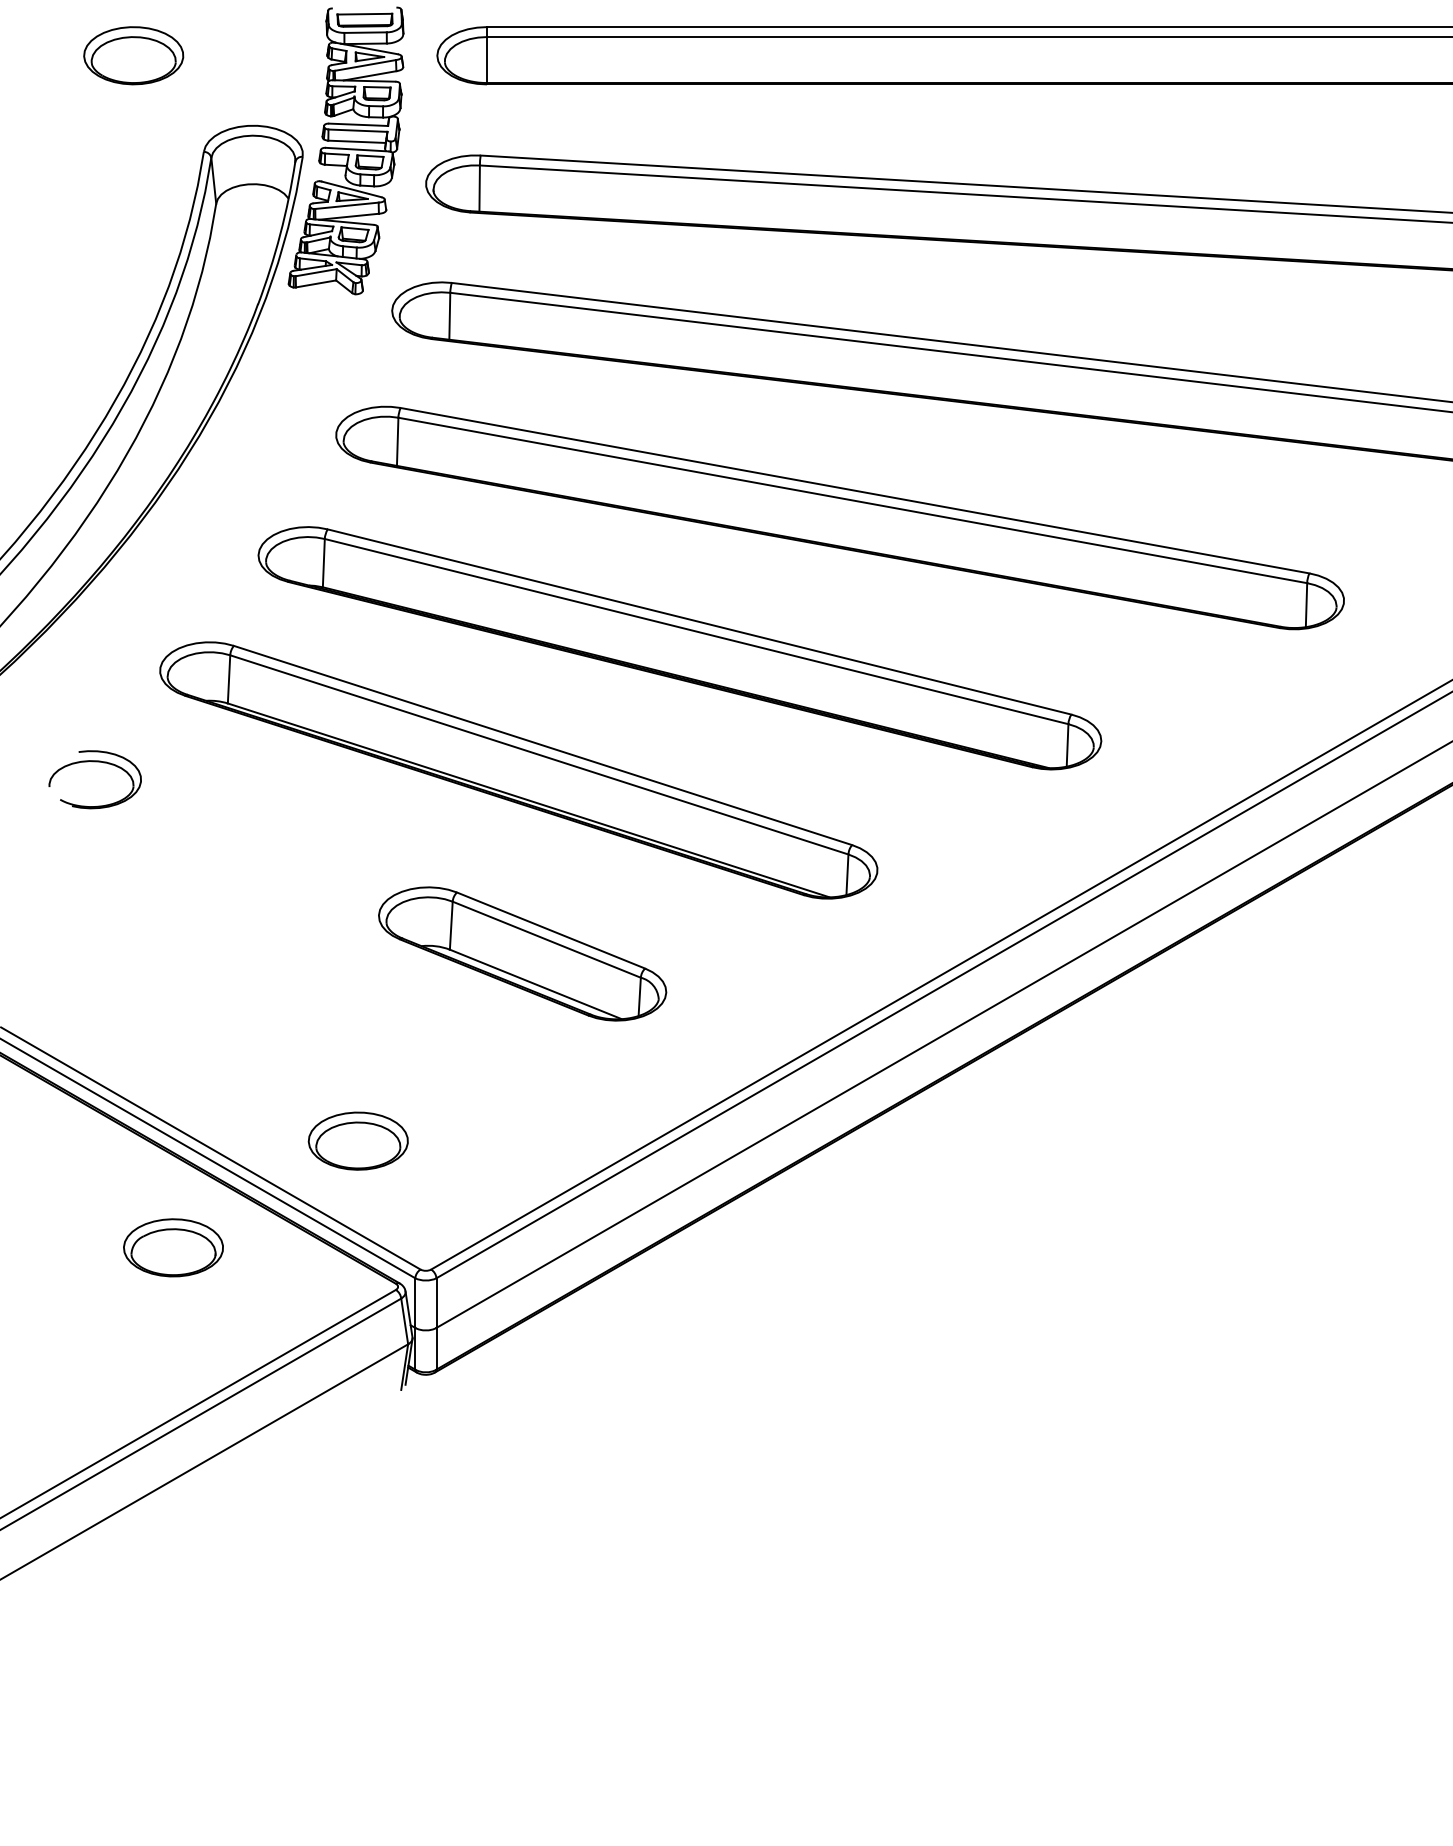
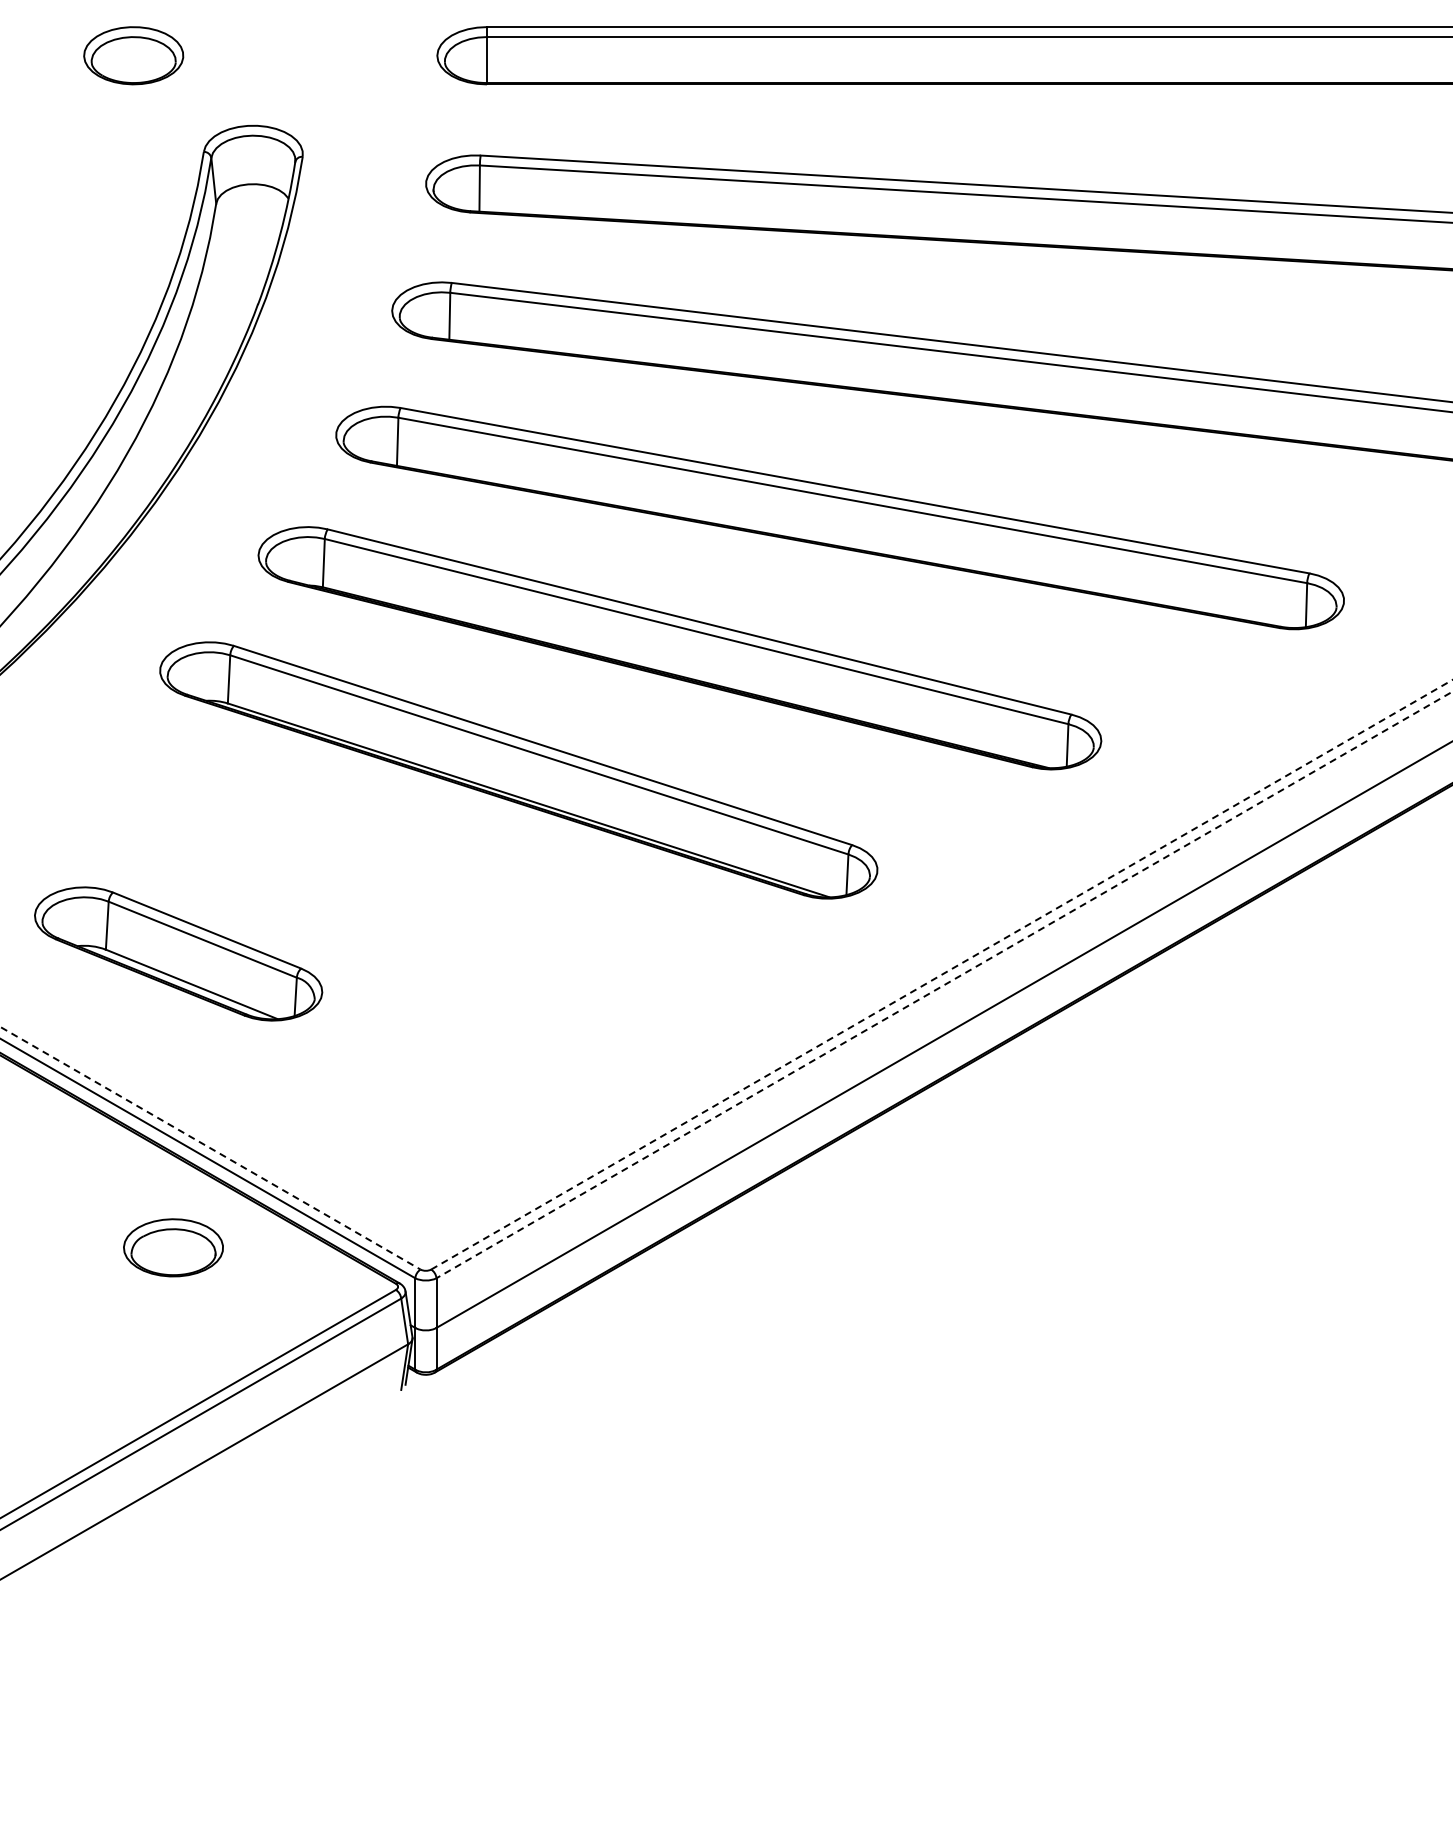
part at (345, 150): present -> none
part at (94, 762): present -> none
part at (522, 953) position: (522, 953) -> (178, 953)
line at (942, 974): solid -> dashed
line at (943, 985): solid -> dashed
part at (357, 1140): present -> none
line at (211, 1148): solid -> dashed
